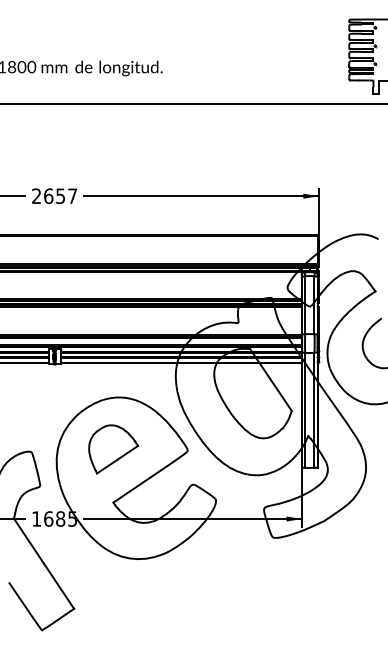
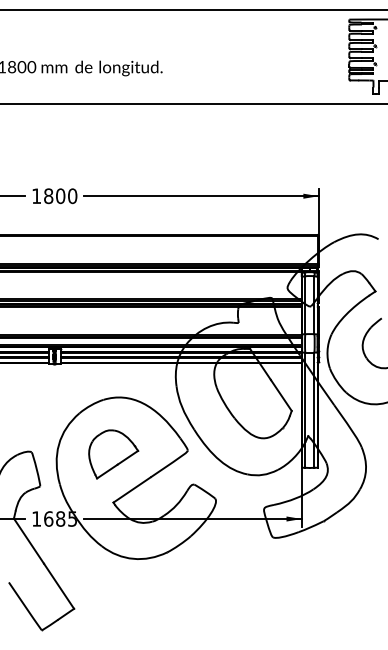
line at (193, 10): none -> present
text at (54, 196): 2657 -> 1800
part at (113, 449) position: (113, 449) -> (113, 454)
